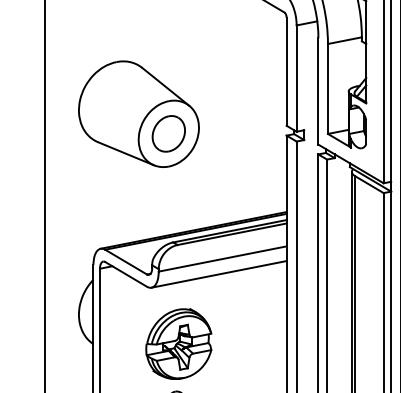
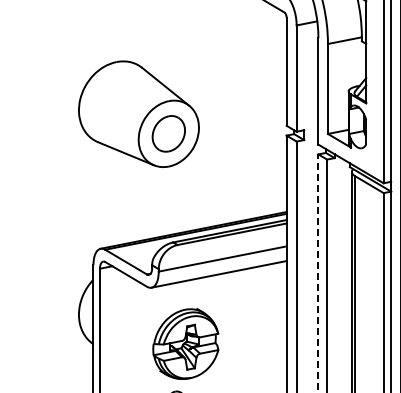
line at (44, 195): present -> none
line at (318, 273): solid -> dashed
part at (178, 343) position: (178, 343) -> (185, 343)
